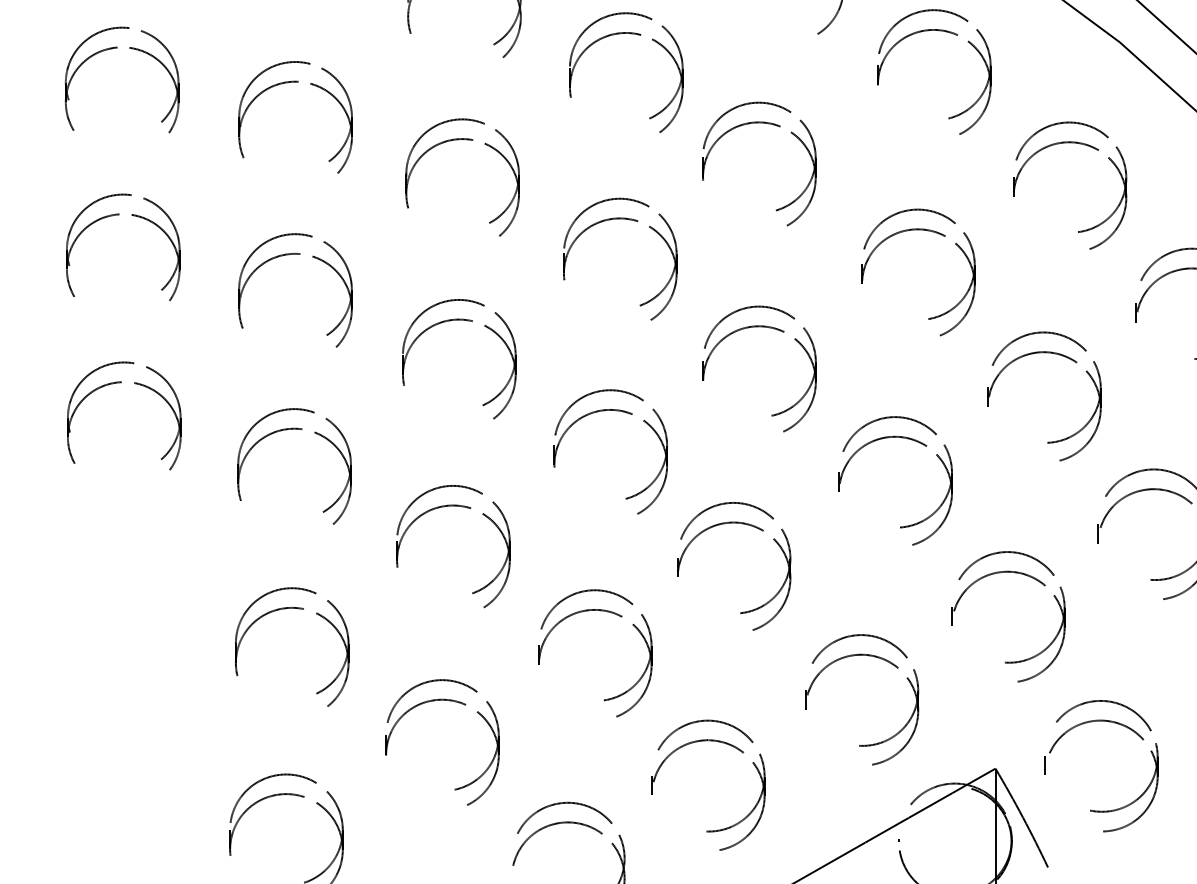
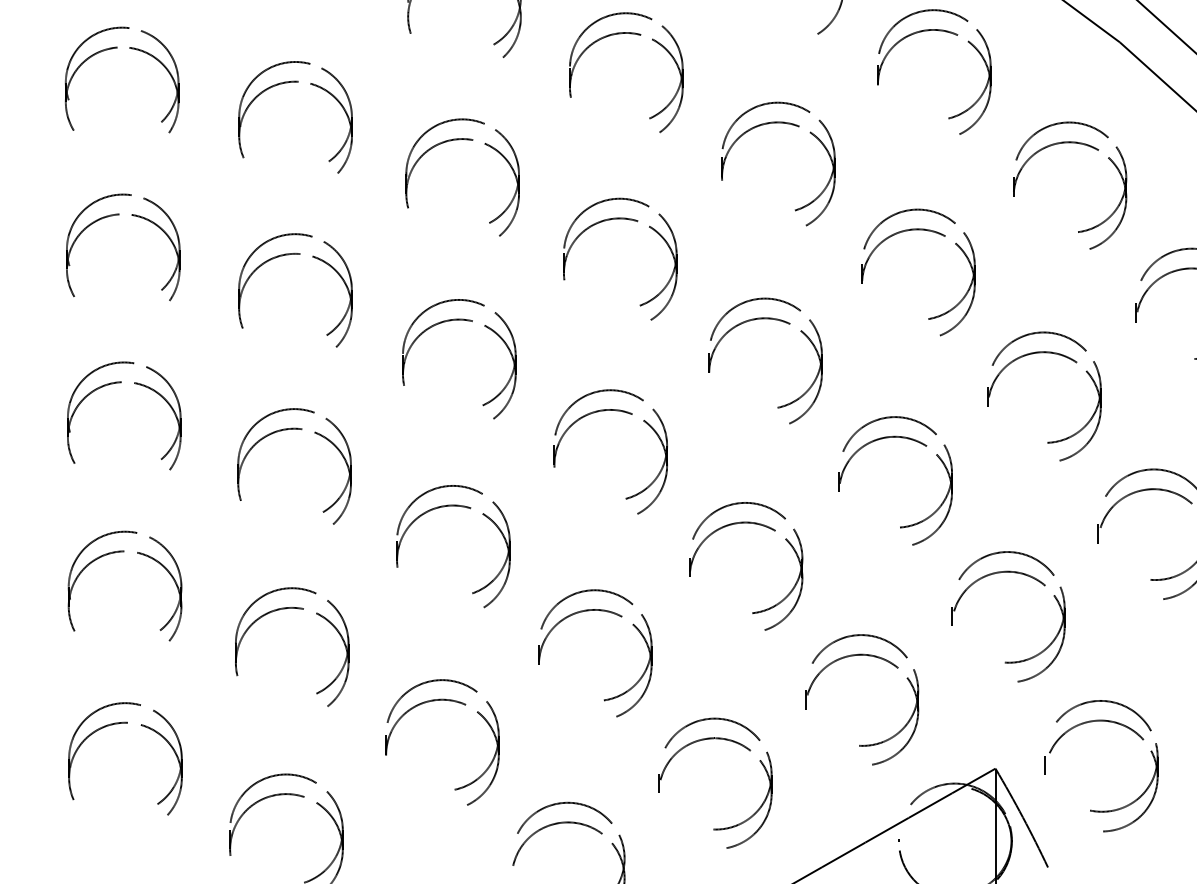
part at (759, 123) position: (759, 123) -> (778, 123)
part at (759, 327) position: (759, 327) -> (765, 319)
part at (742, 524) position: (742, 524) -> (754, 524)
part at (124, 552): none -> present
part at (118, 724): none -> present
part at (708, 741) position: (708, 741) -> (715, 739)
